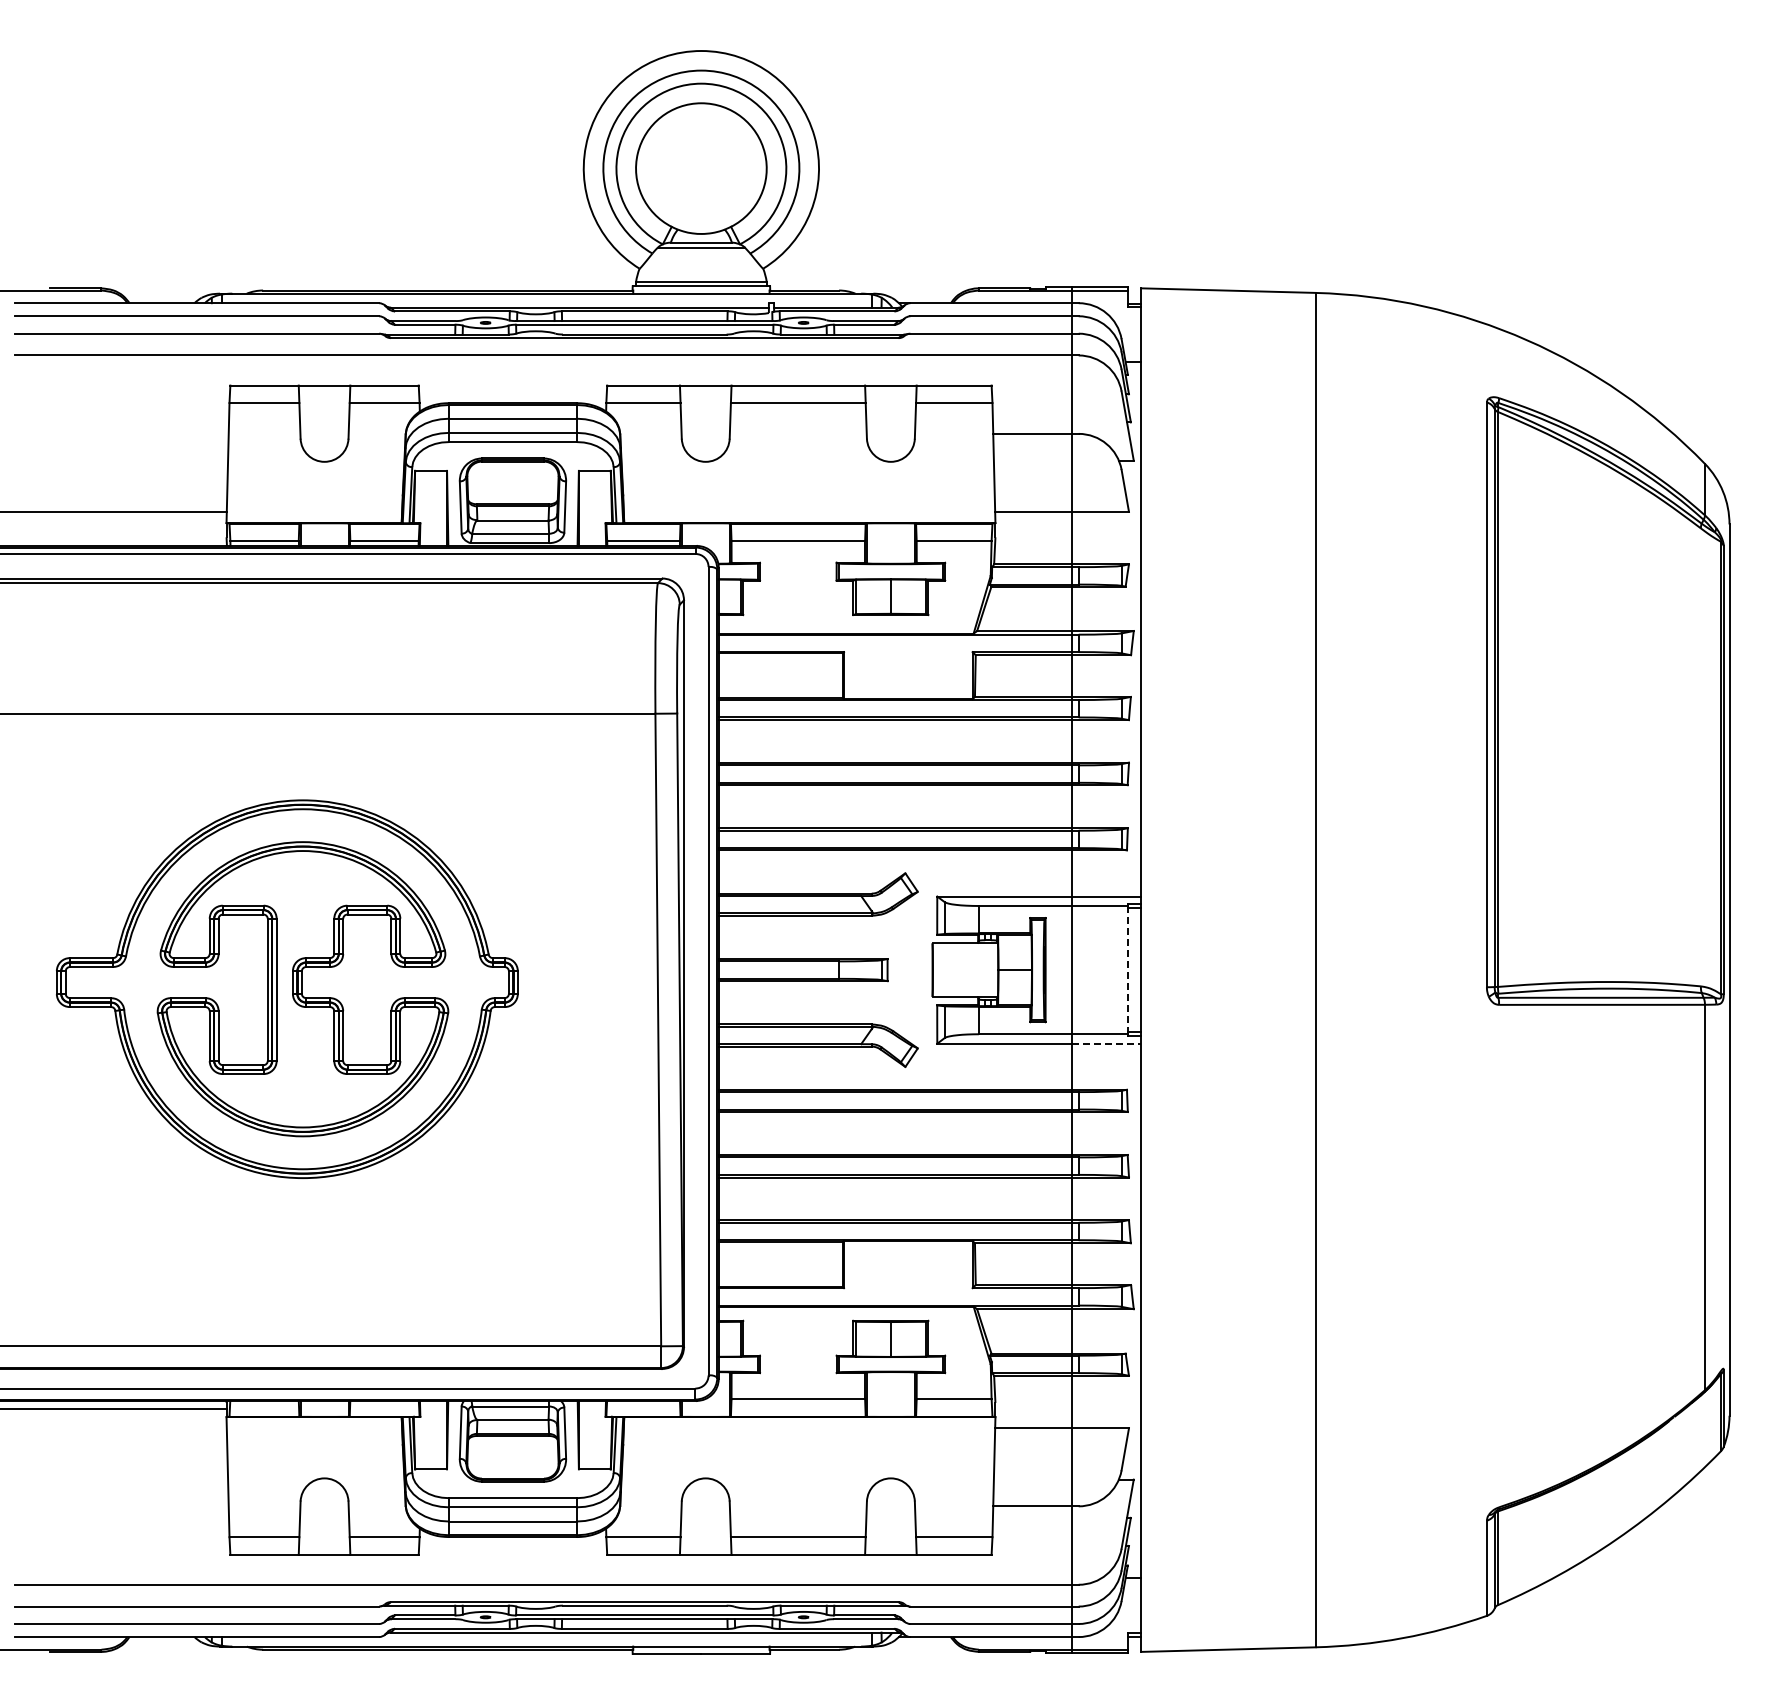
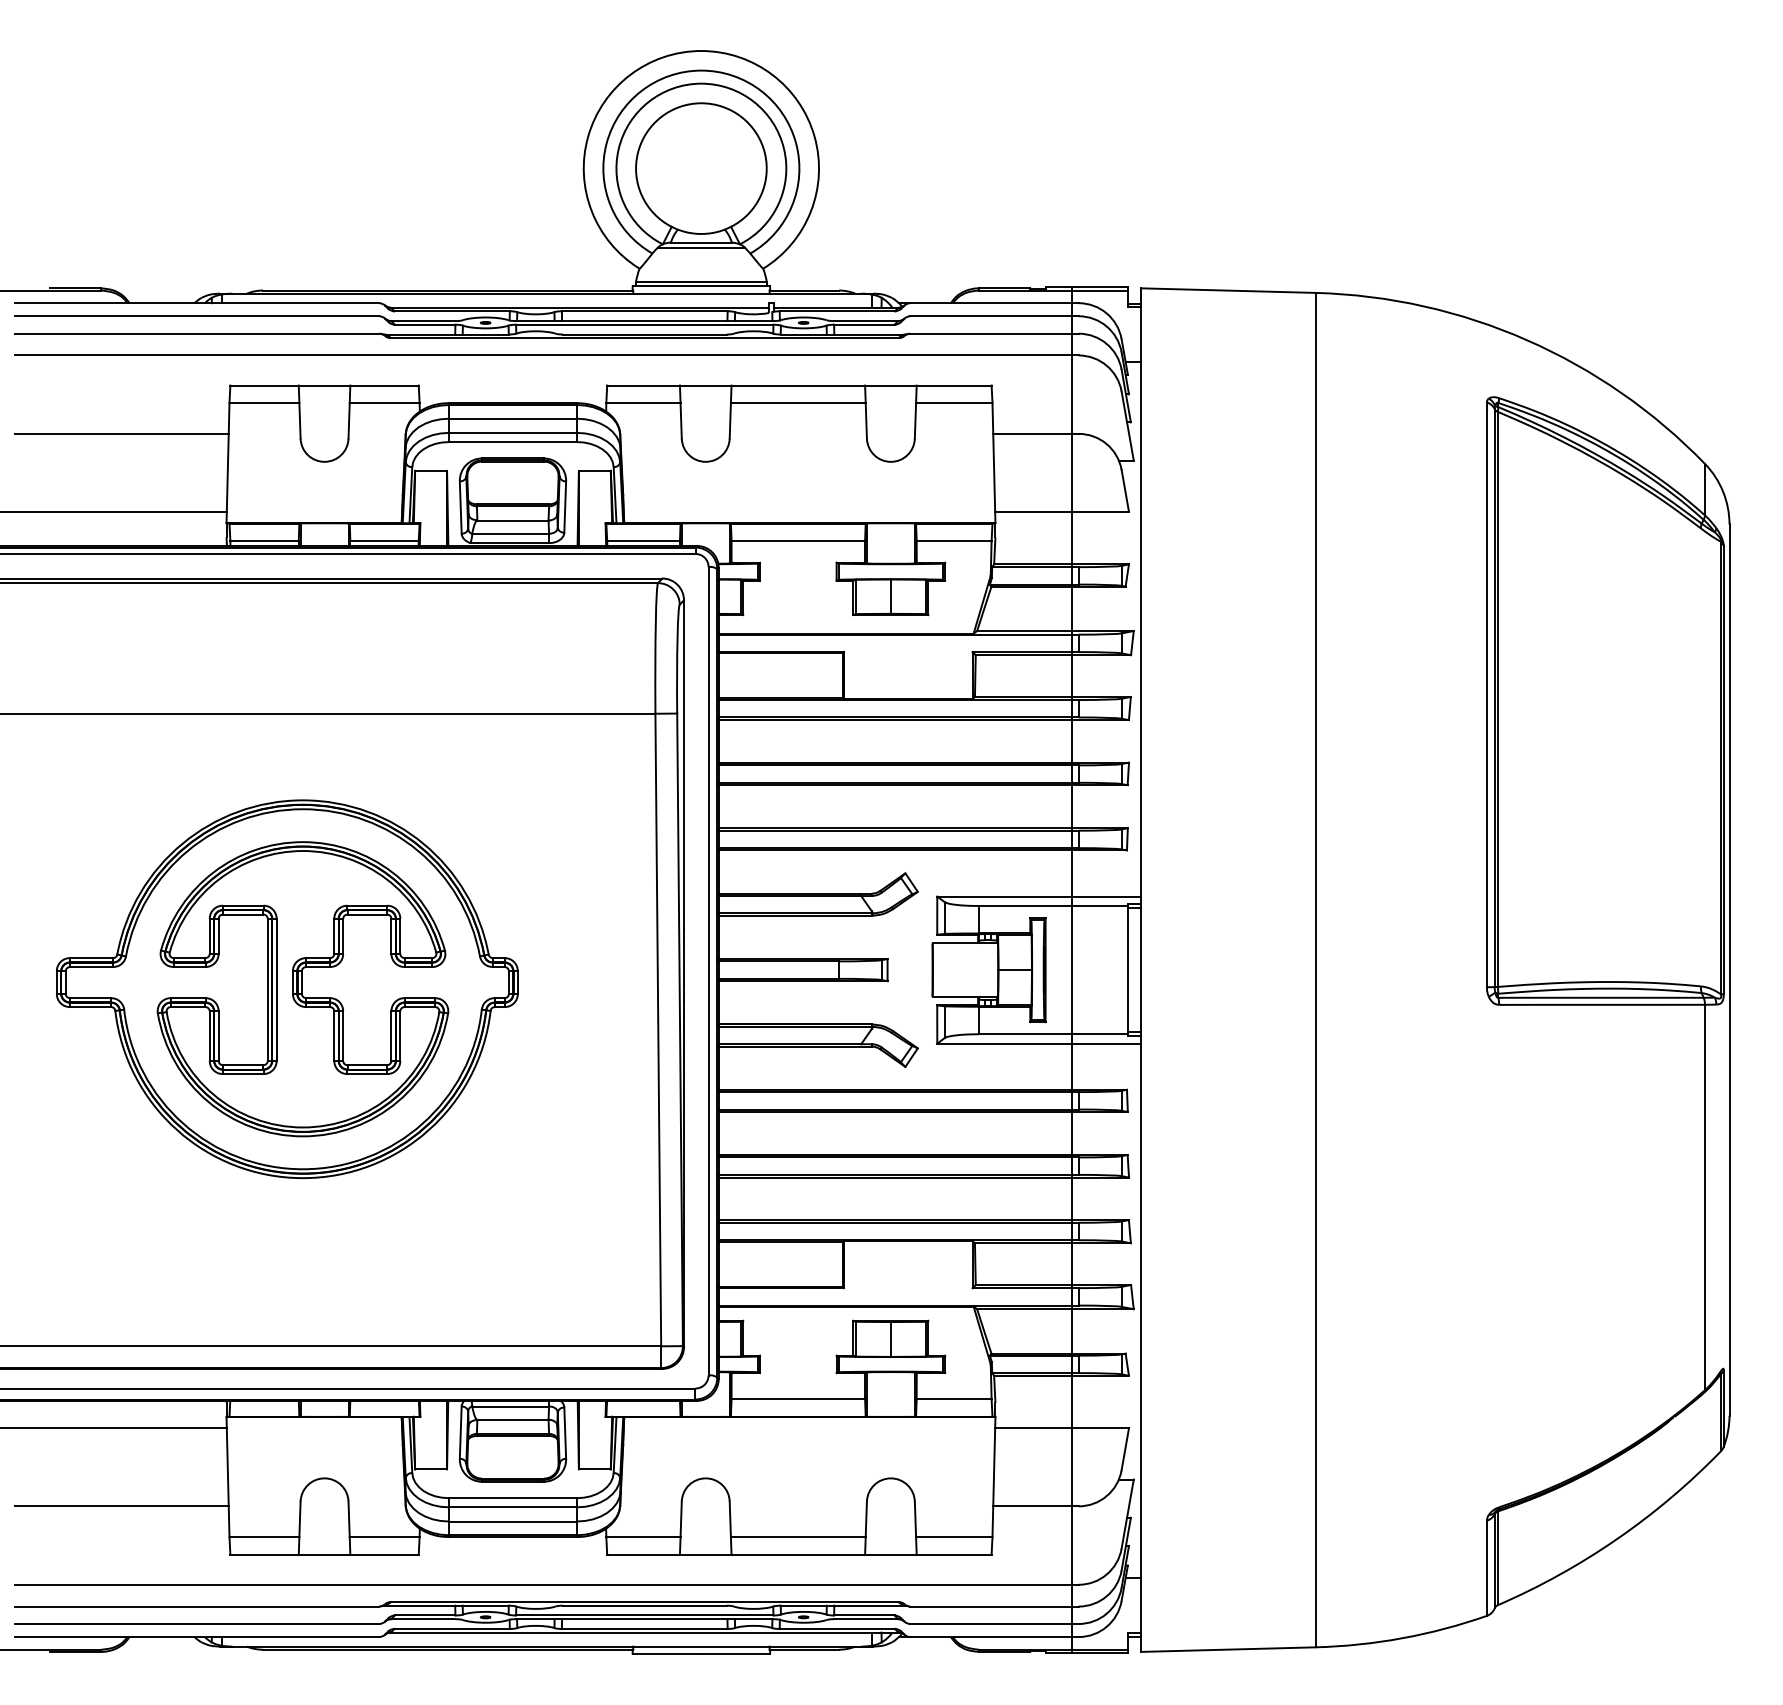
line at (121, 433): none -> present
line at (1128, 969): dashed -> solid
line at (1106, 1043): dashed -> solid
line at (114, 1409) position: (114, 1409) -> (114, 1428)
line at (121, 1506): none -> present
